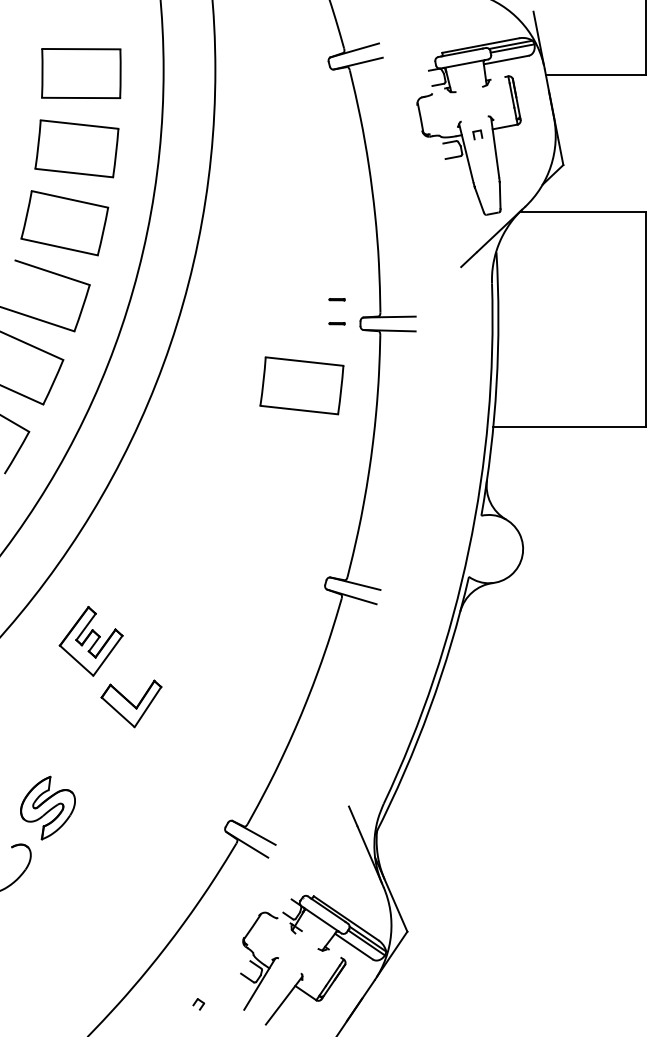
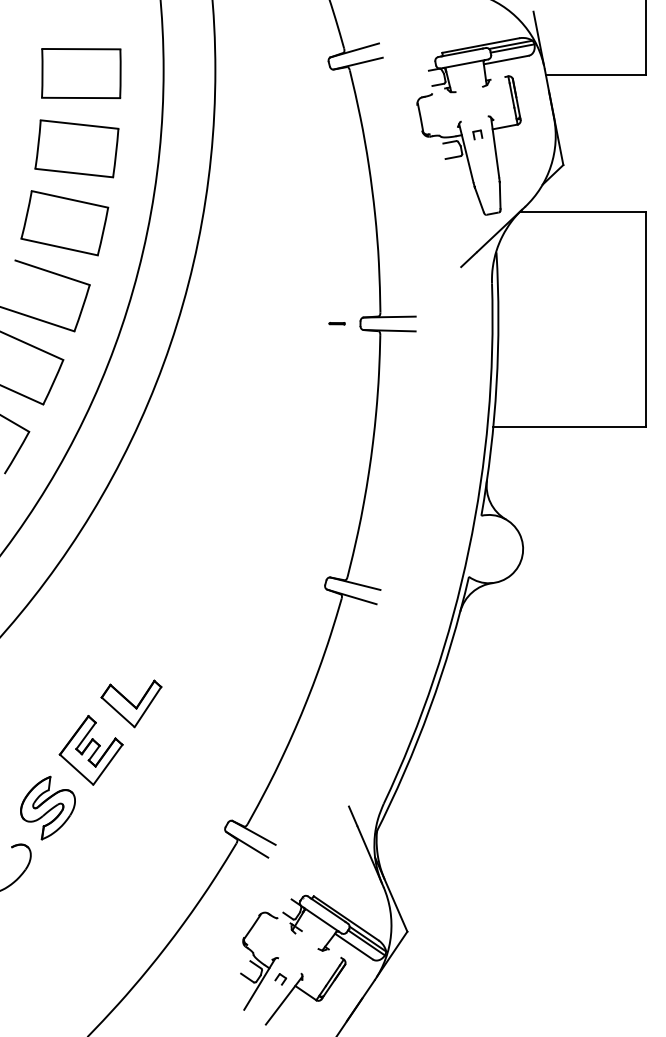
line at (336, 299): present -> none
part at (301, 385): present -> none
part at (90, 641) position: (90, 641) -> (90, 750)
part at (198, 1004) position: (198, 1004) -> (280, 979)
